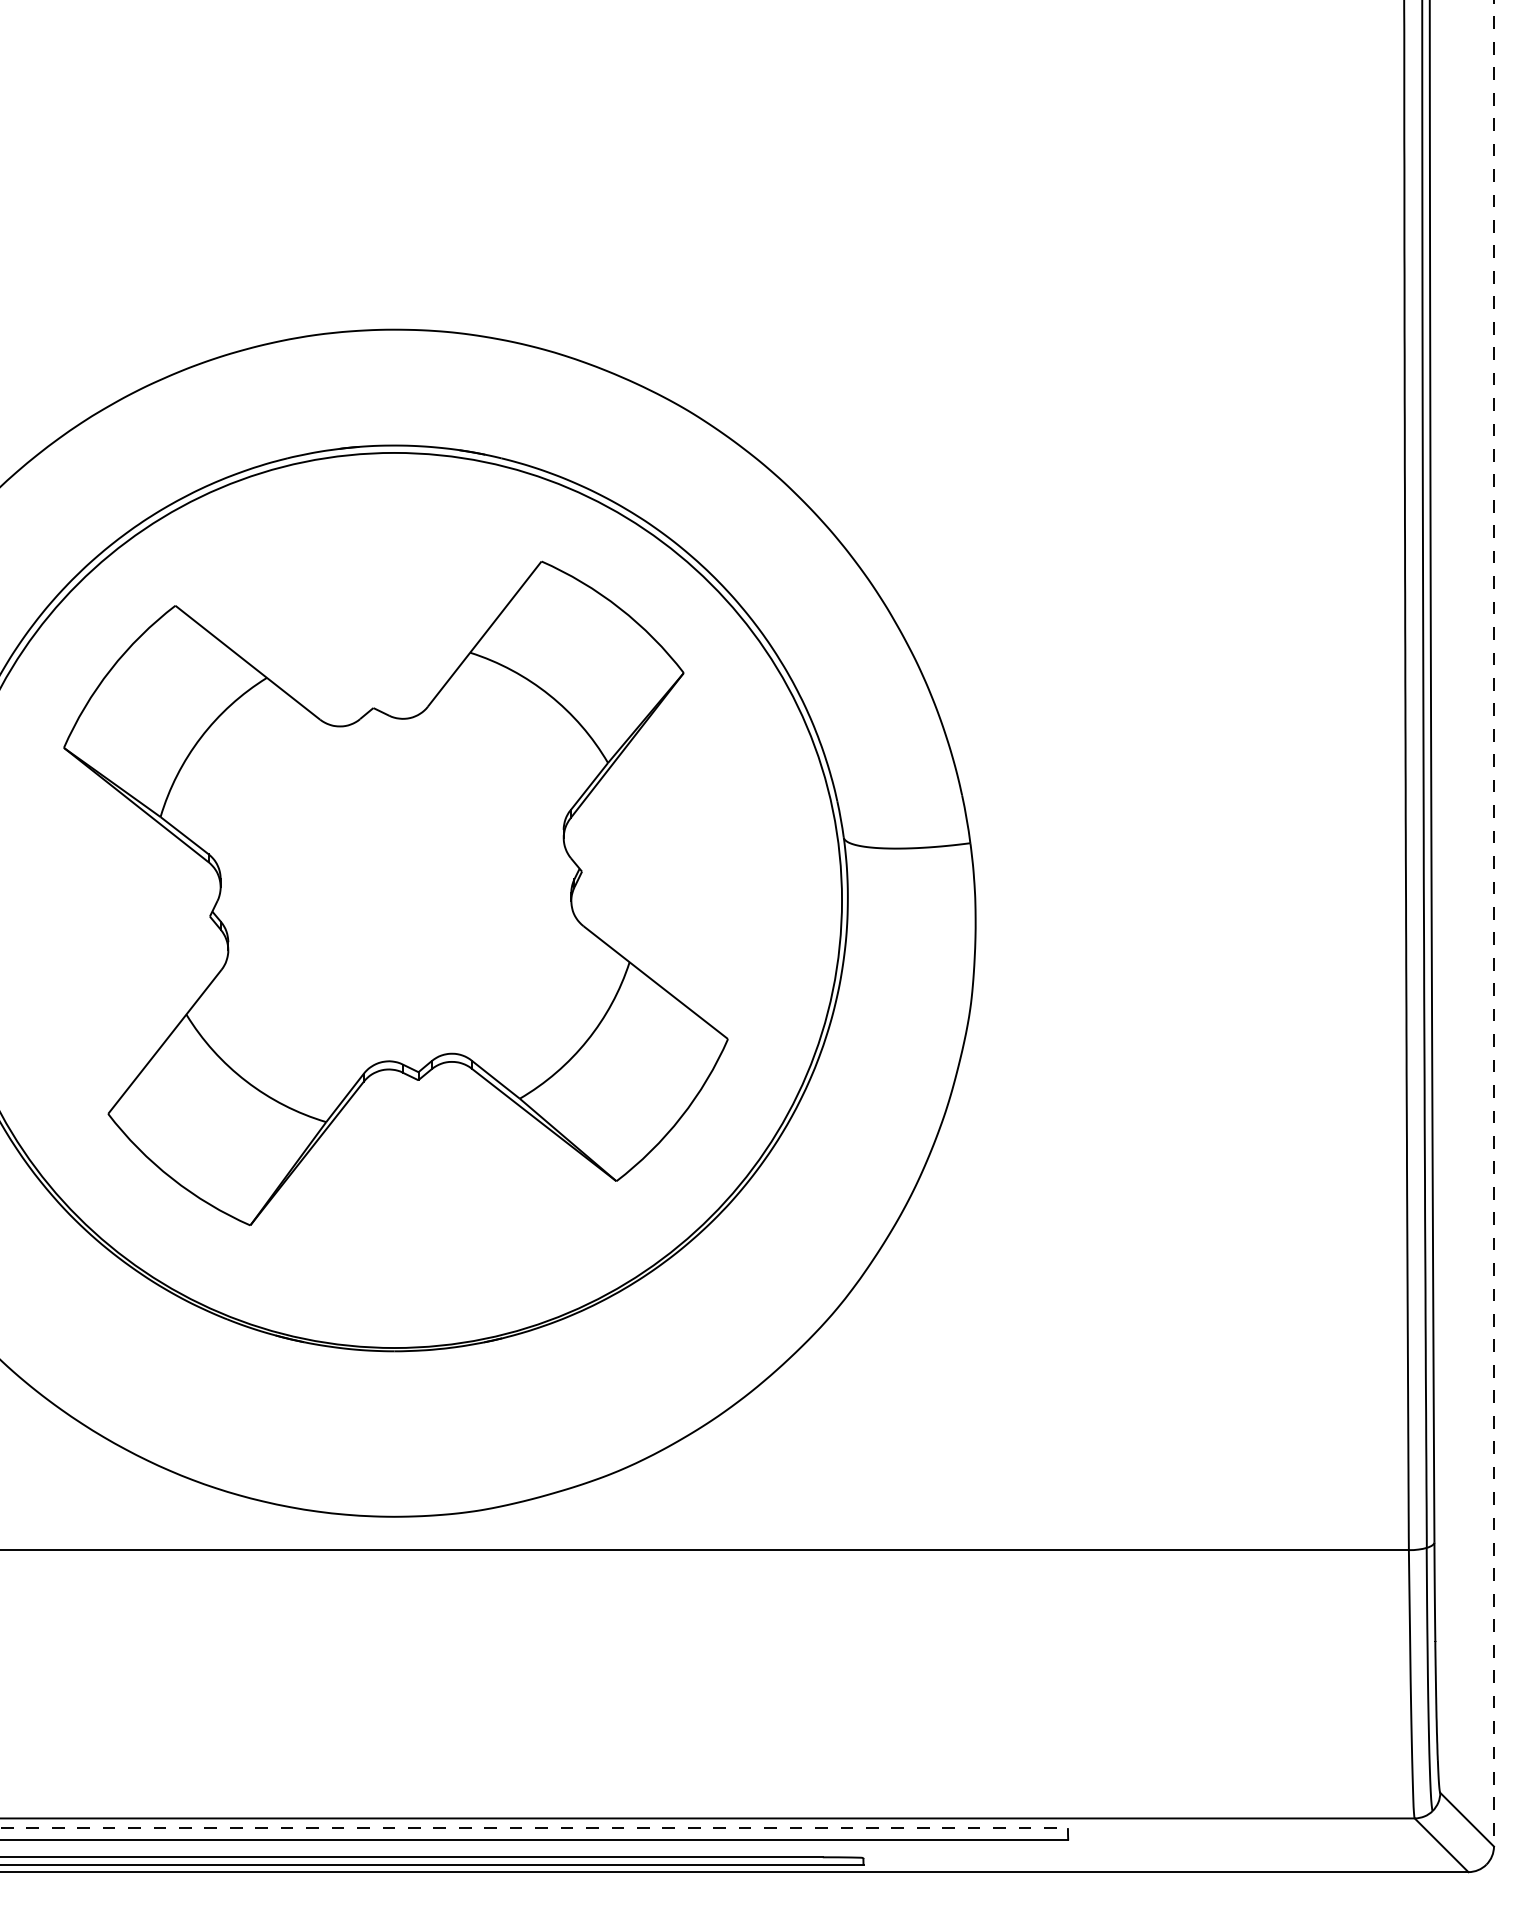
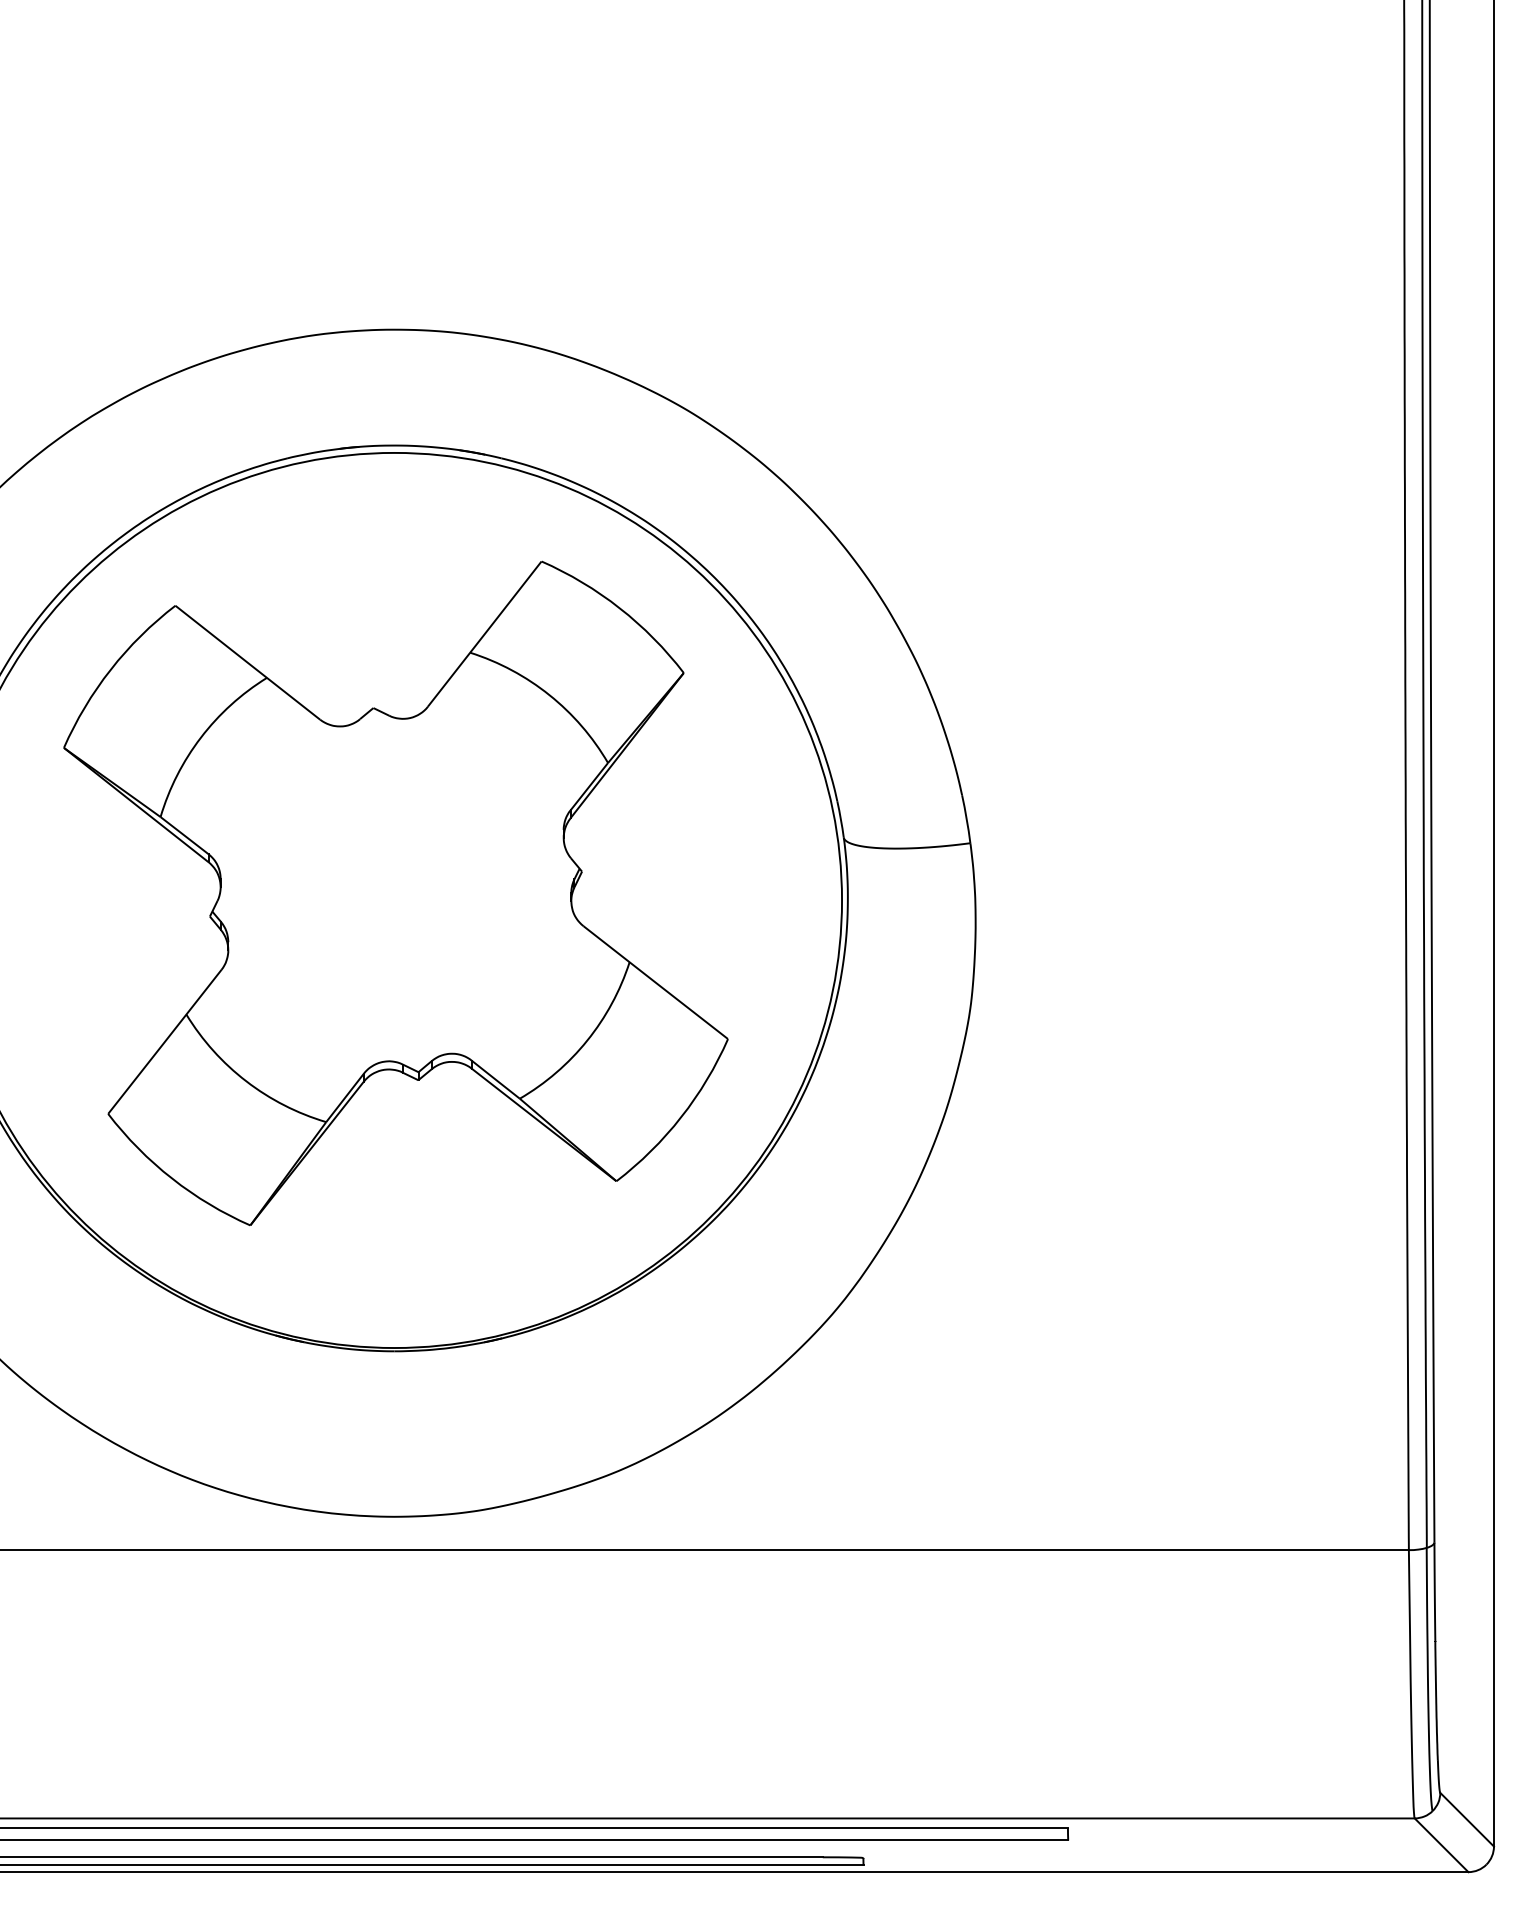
line at (1493, 923): dashed -> solid
line at (533, 1828): dashed -> solid
